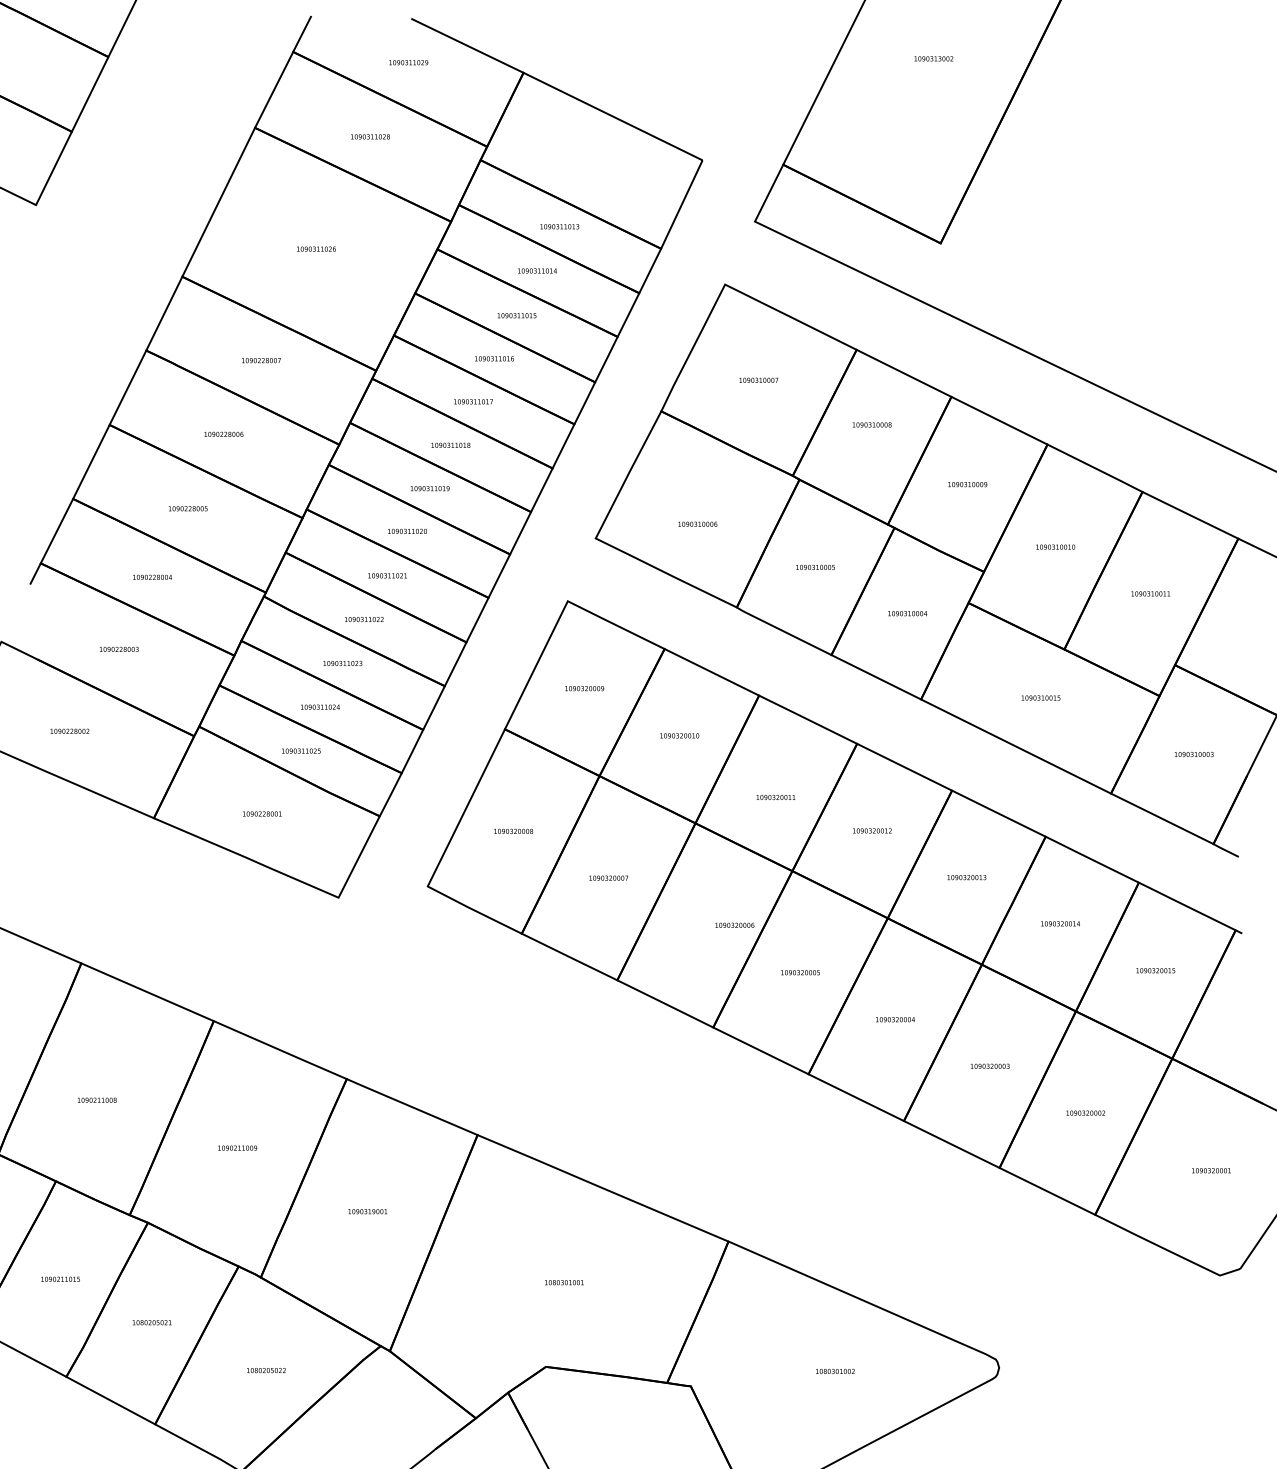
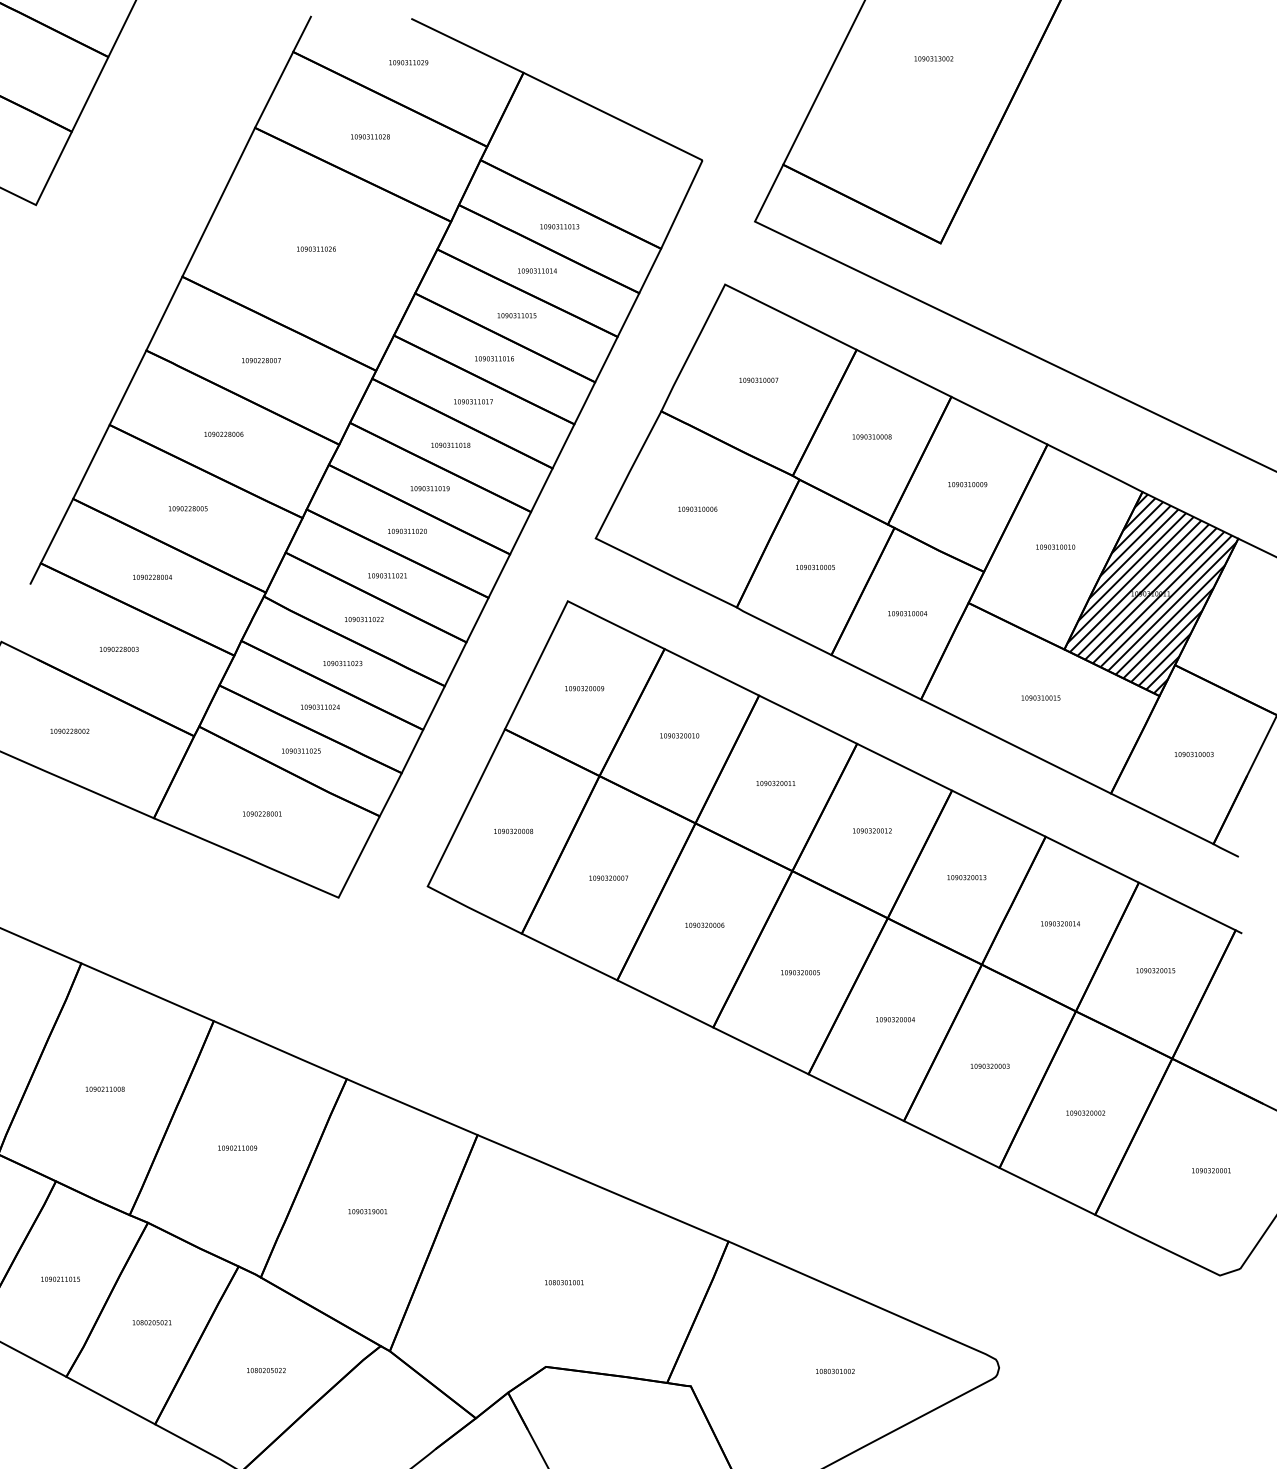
text at (871, 424) position: (871, 424) -> (871, 436)
text at (697, 523) position: (697, 523) -> (697, 508)
hatch at (1151, 593): none -> present
text at (775, 797) position: (775, 797) -> (775, 783)
text at (734, 924) position: (734, 924) -> (704, 924)
text at (96, 1099) position: (96, 1099) -> (104, 1088)
